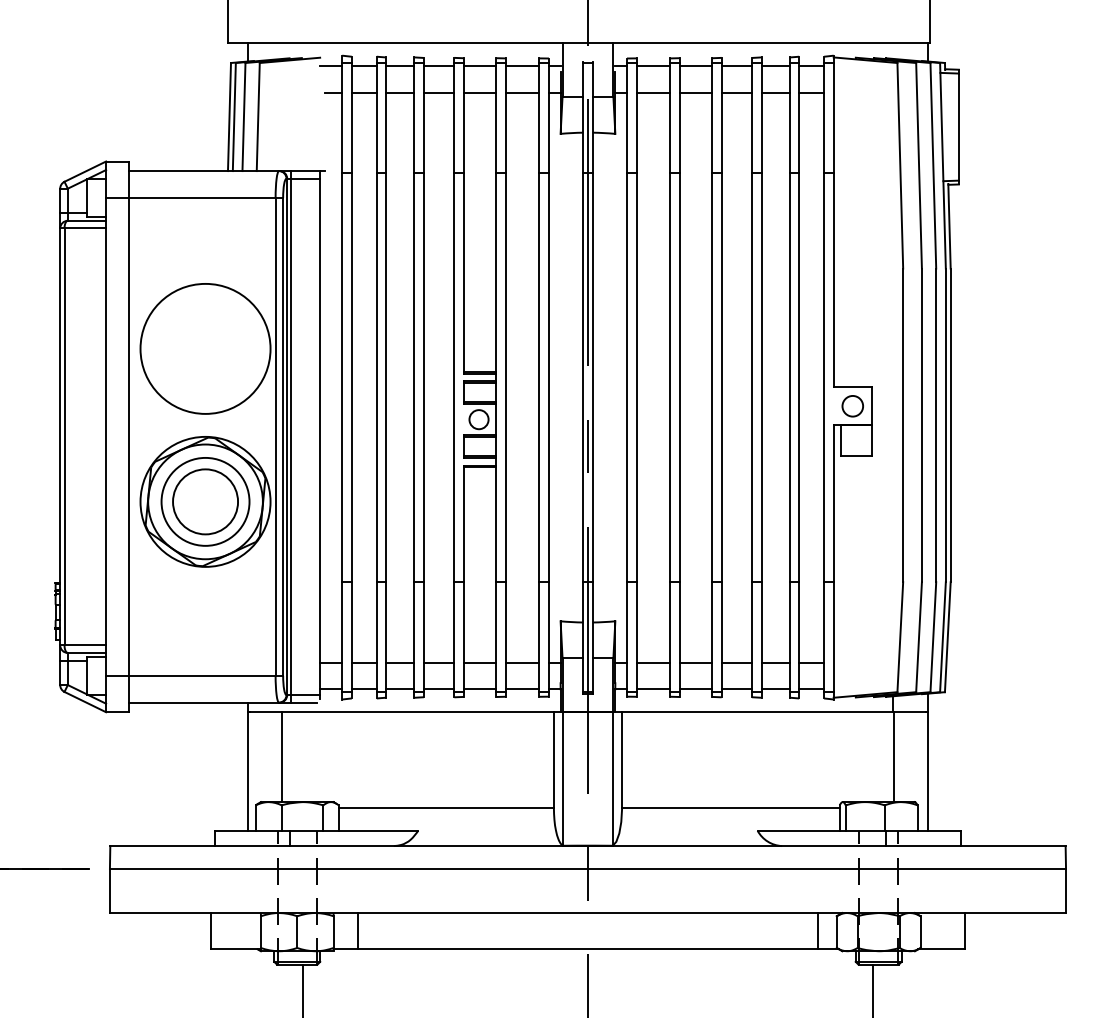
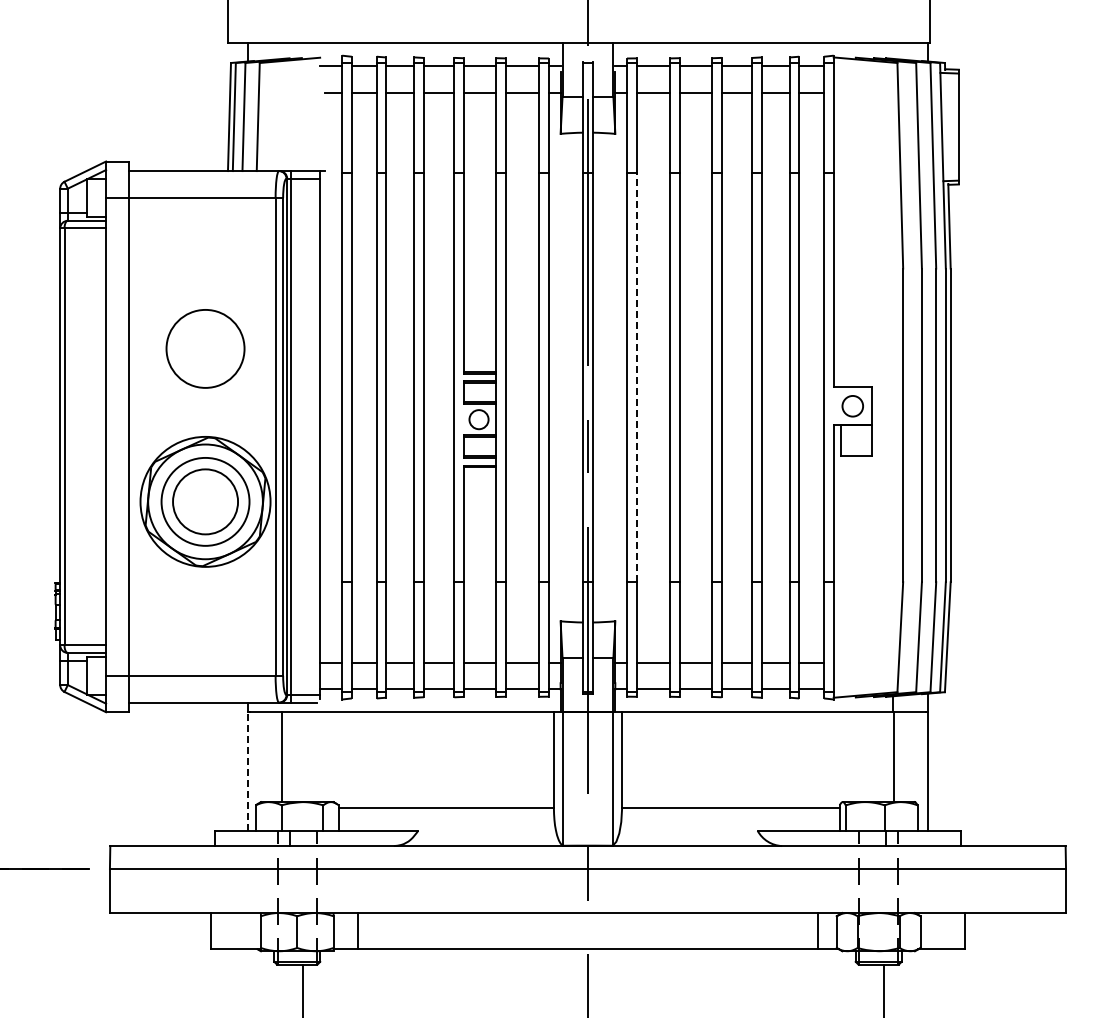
circle at (205, 348) diameter: 130 px -> 78 px
line at (636, 377): solid -> dashed
line at (247, 771): solid -> dashed
line at (872, 989) position: (872, 989) -> (883, 989)
